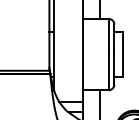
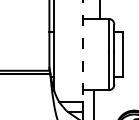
line at (82, 50): solid -> dashed
line at (100, 103) position: (100, 103) -> (94, 103)
